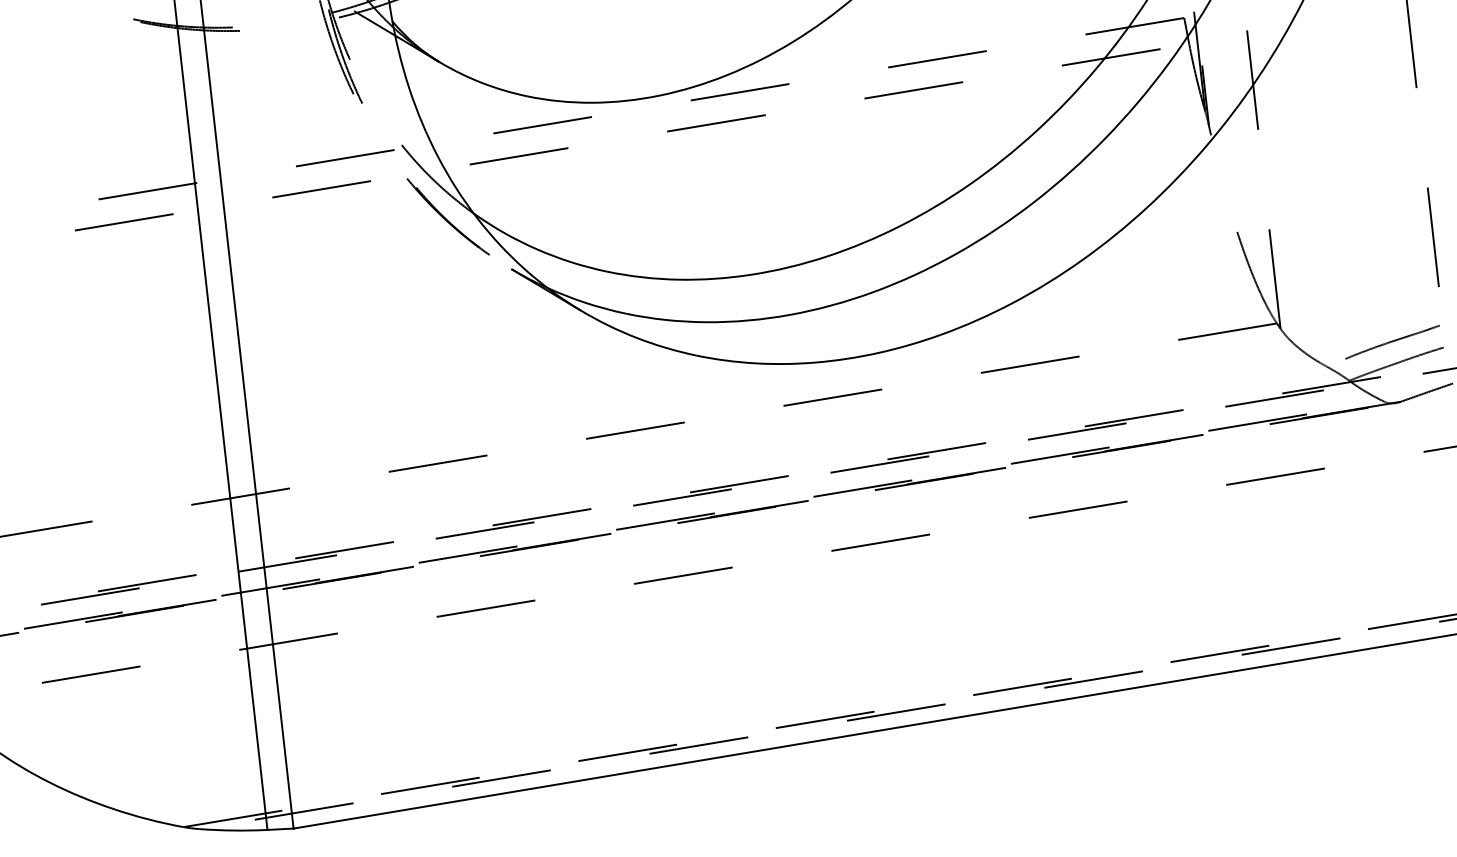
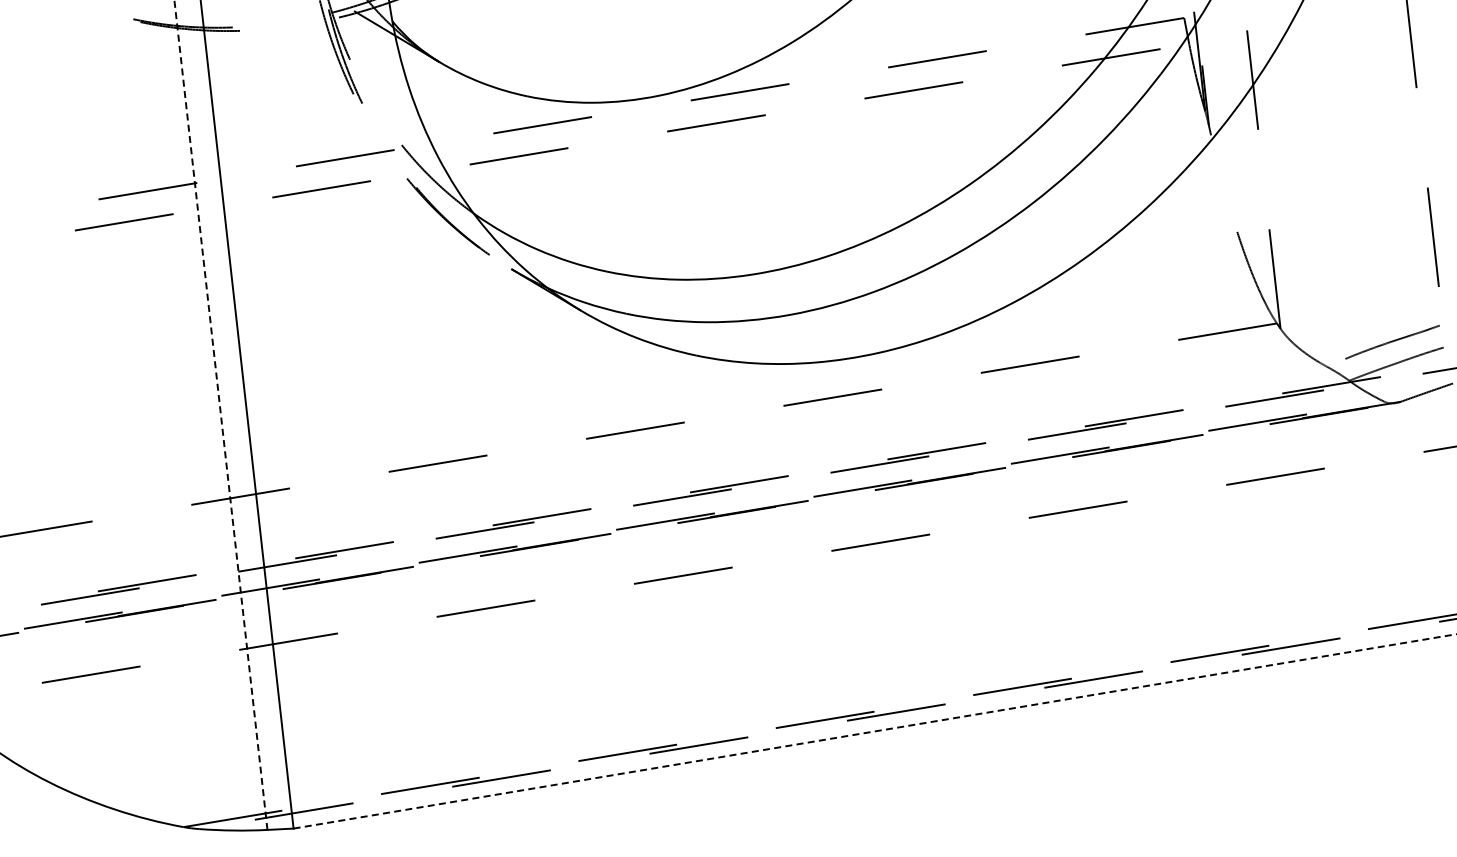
line at (220, 414): solid -> dashed
line at (875, 731): solid -> dashed
